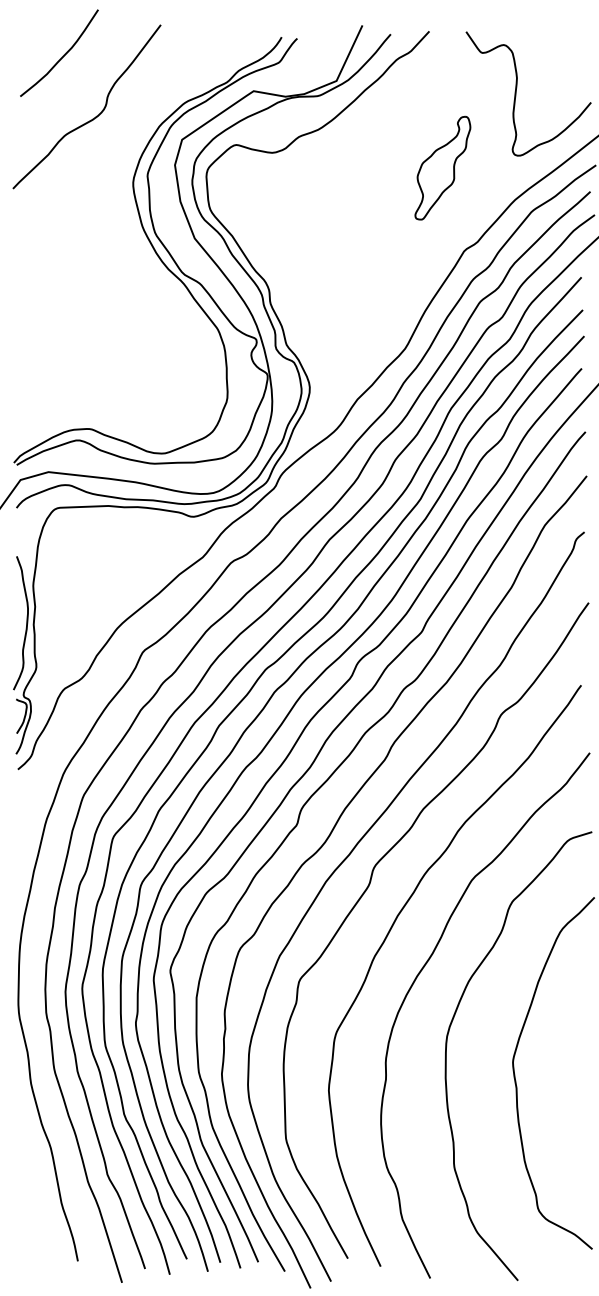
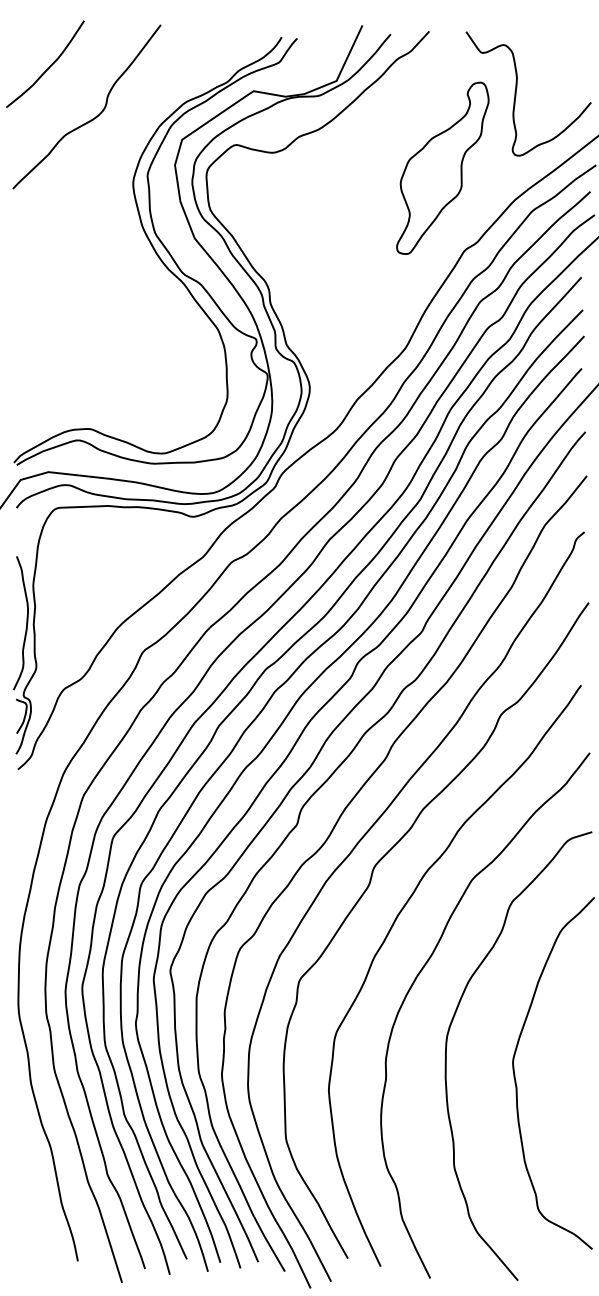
curve at (63, 55) position: (63, 55) -> (49, 66)
part at (442, 167) size: 58x106 px -> 94x174 px
